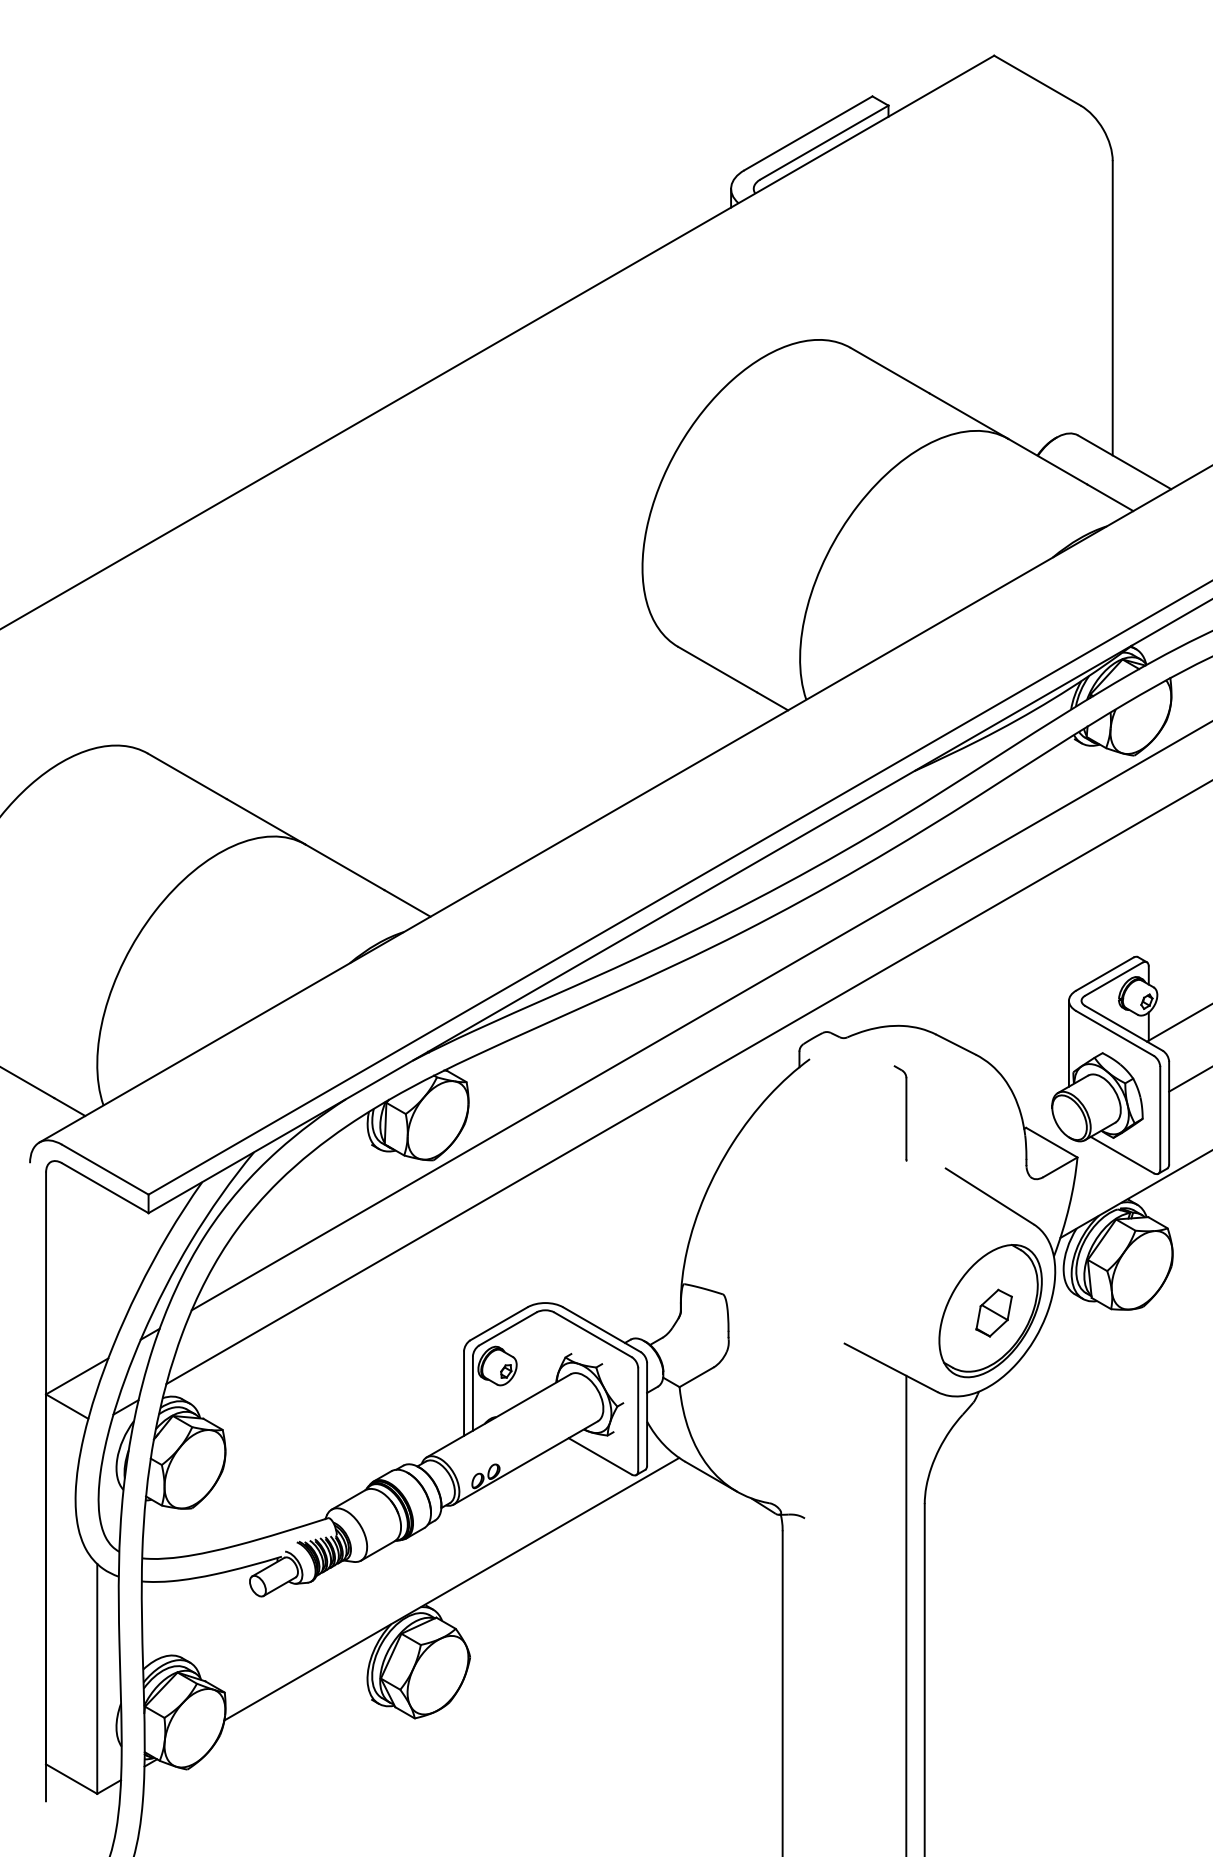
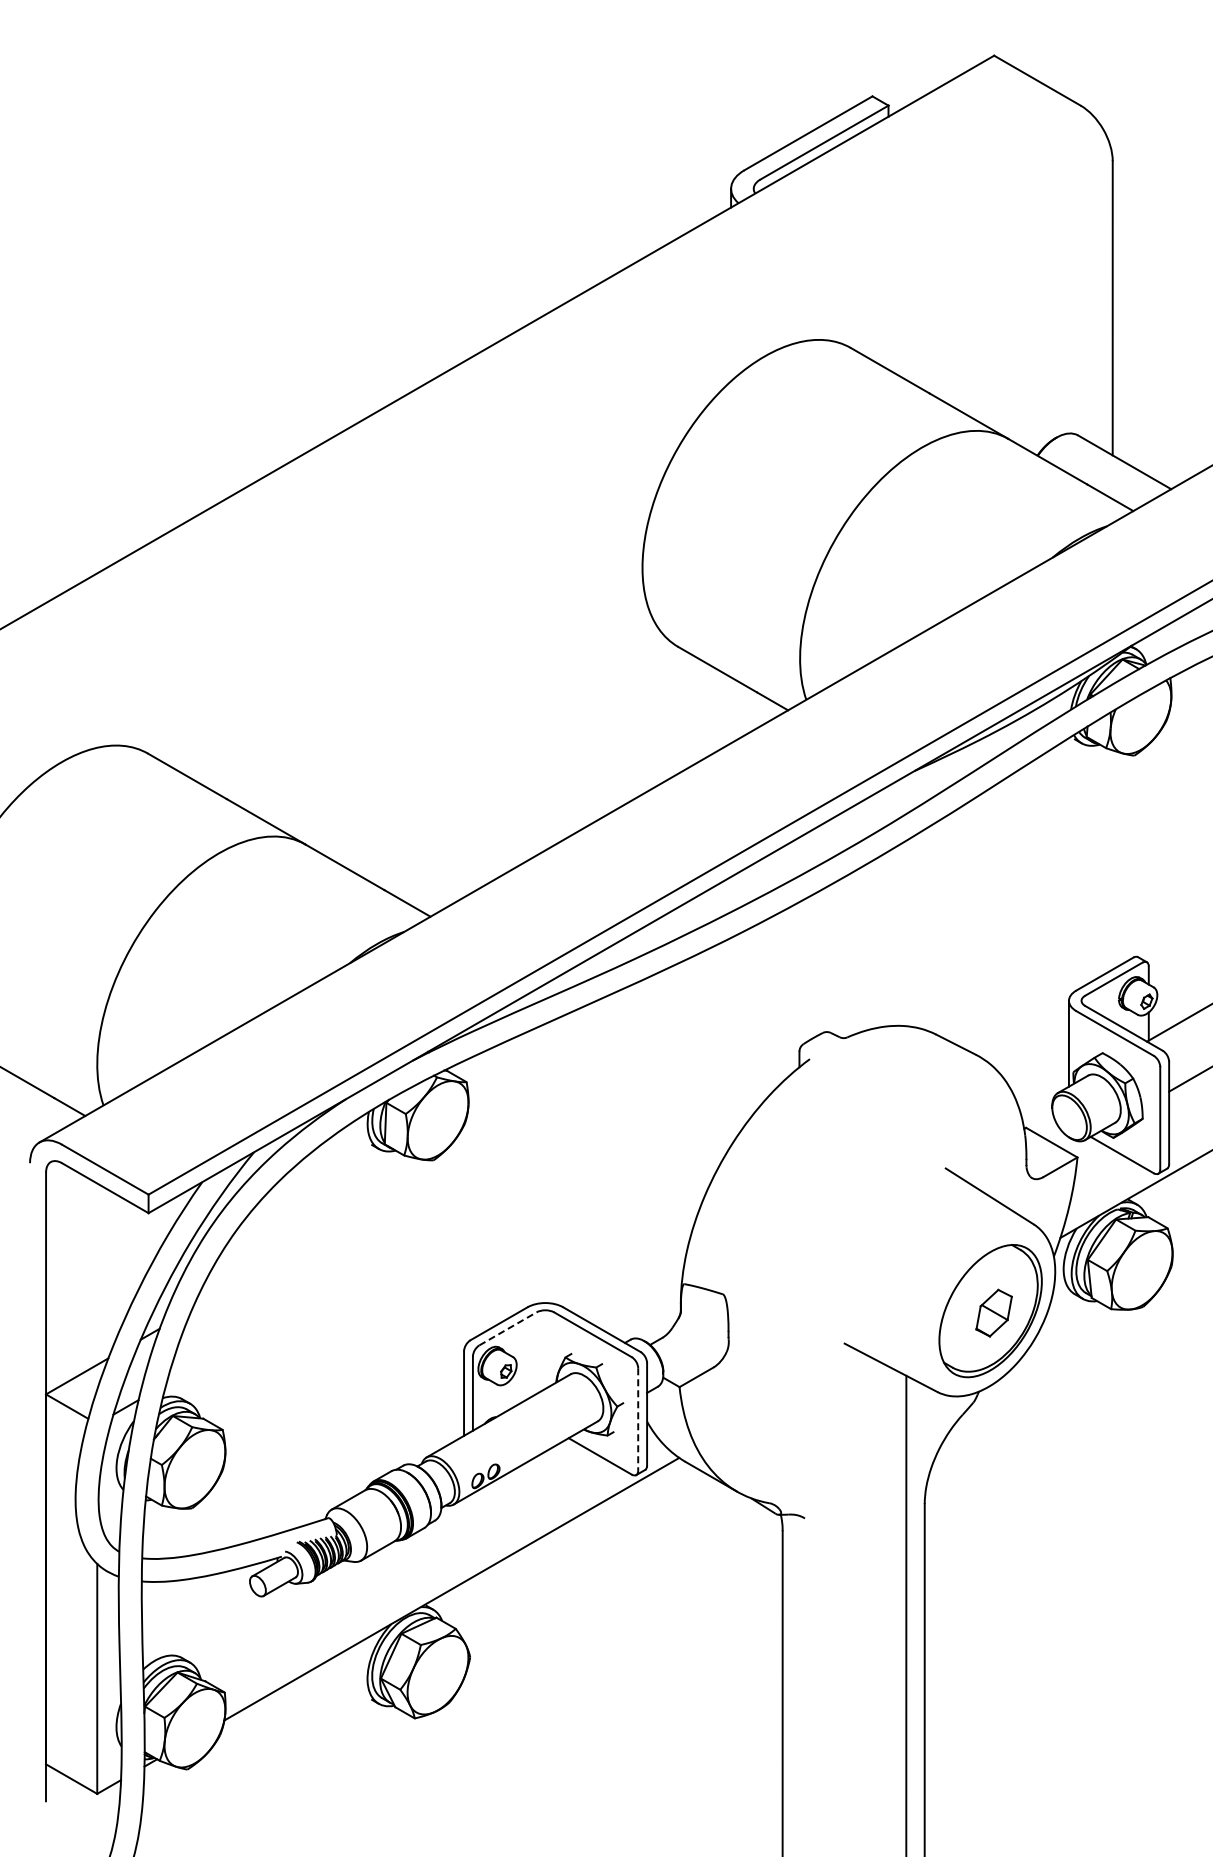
line at (700, 1016): present -> none
line at (687, 1083): present -> none
part at (900, 1113): present -> none
line at (508, 1328): solid -> dashed
line at (638, 1420): solid -> dashed
